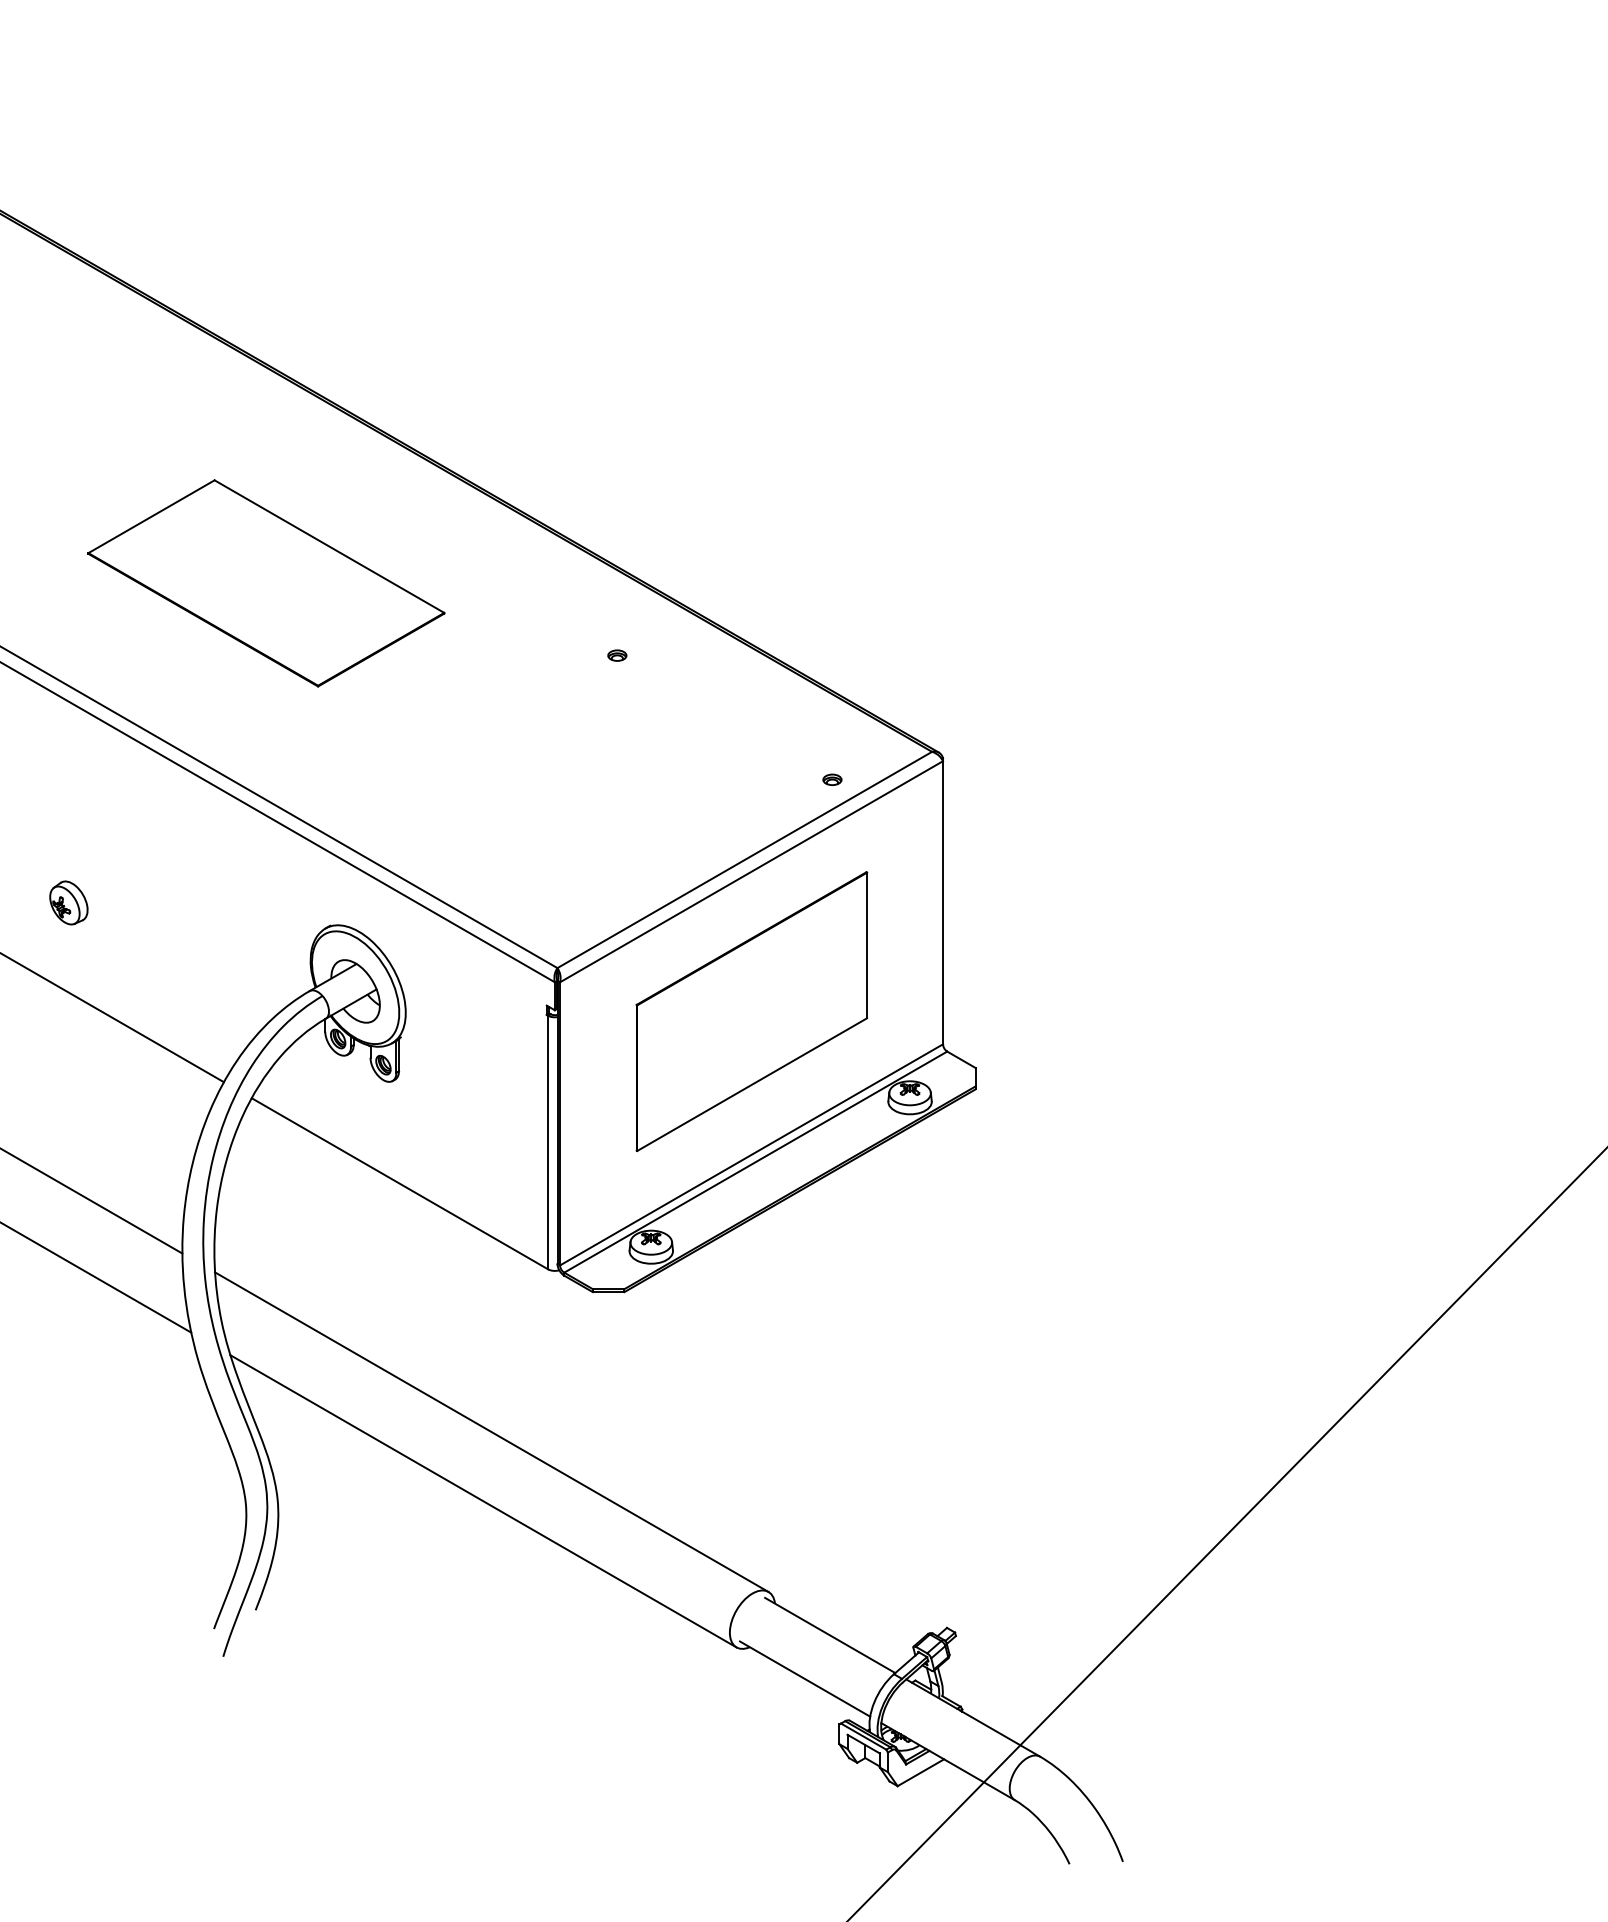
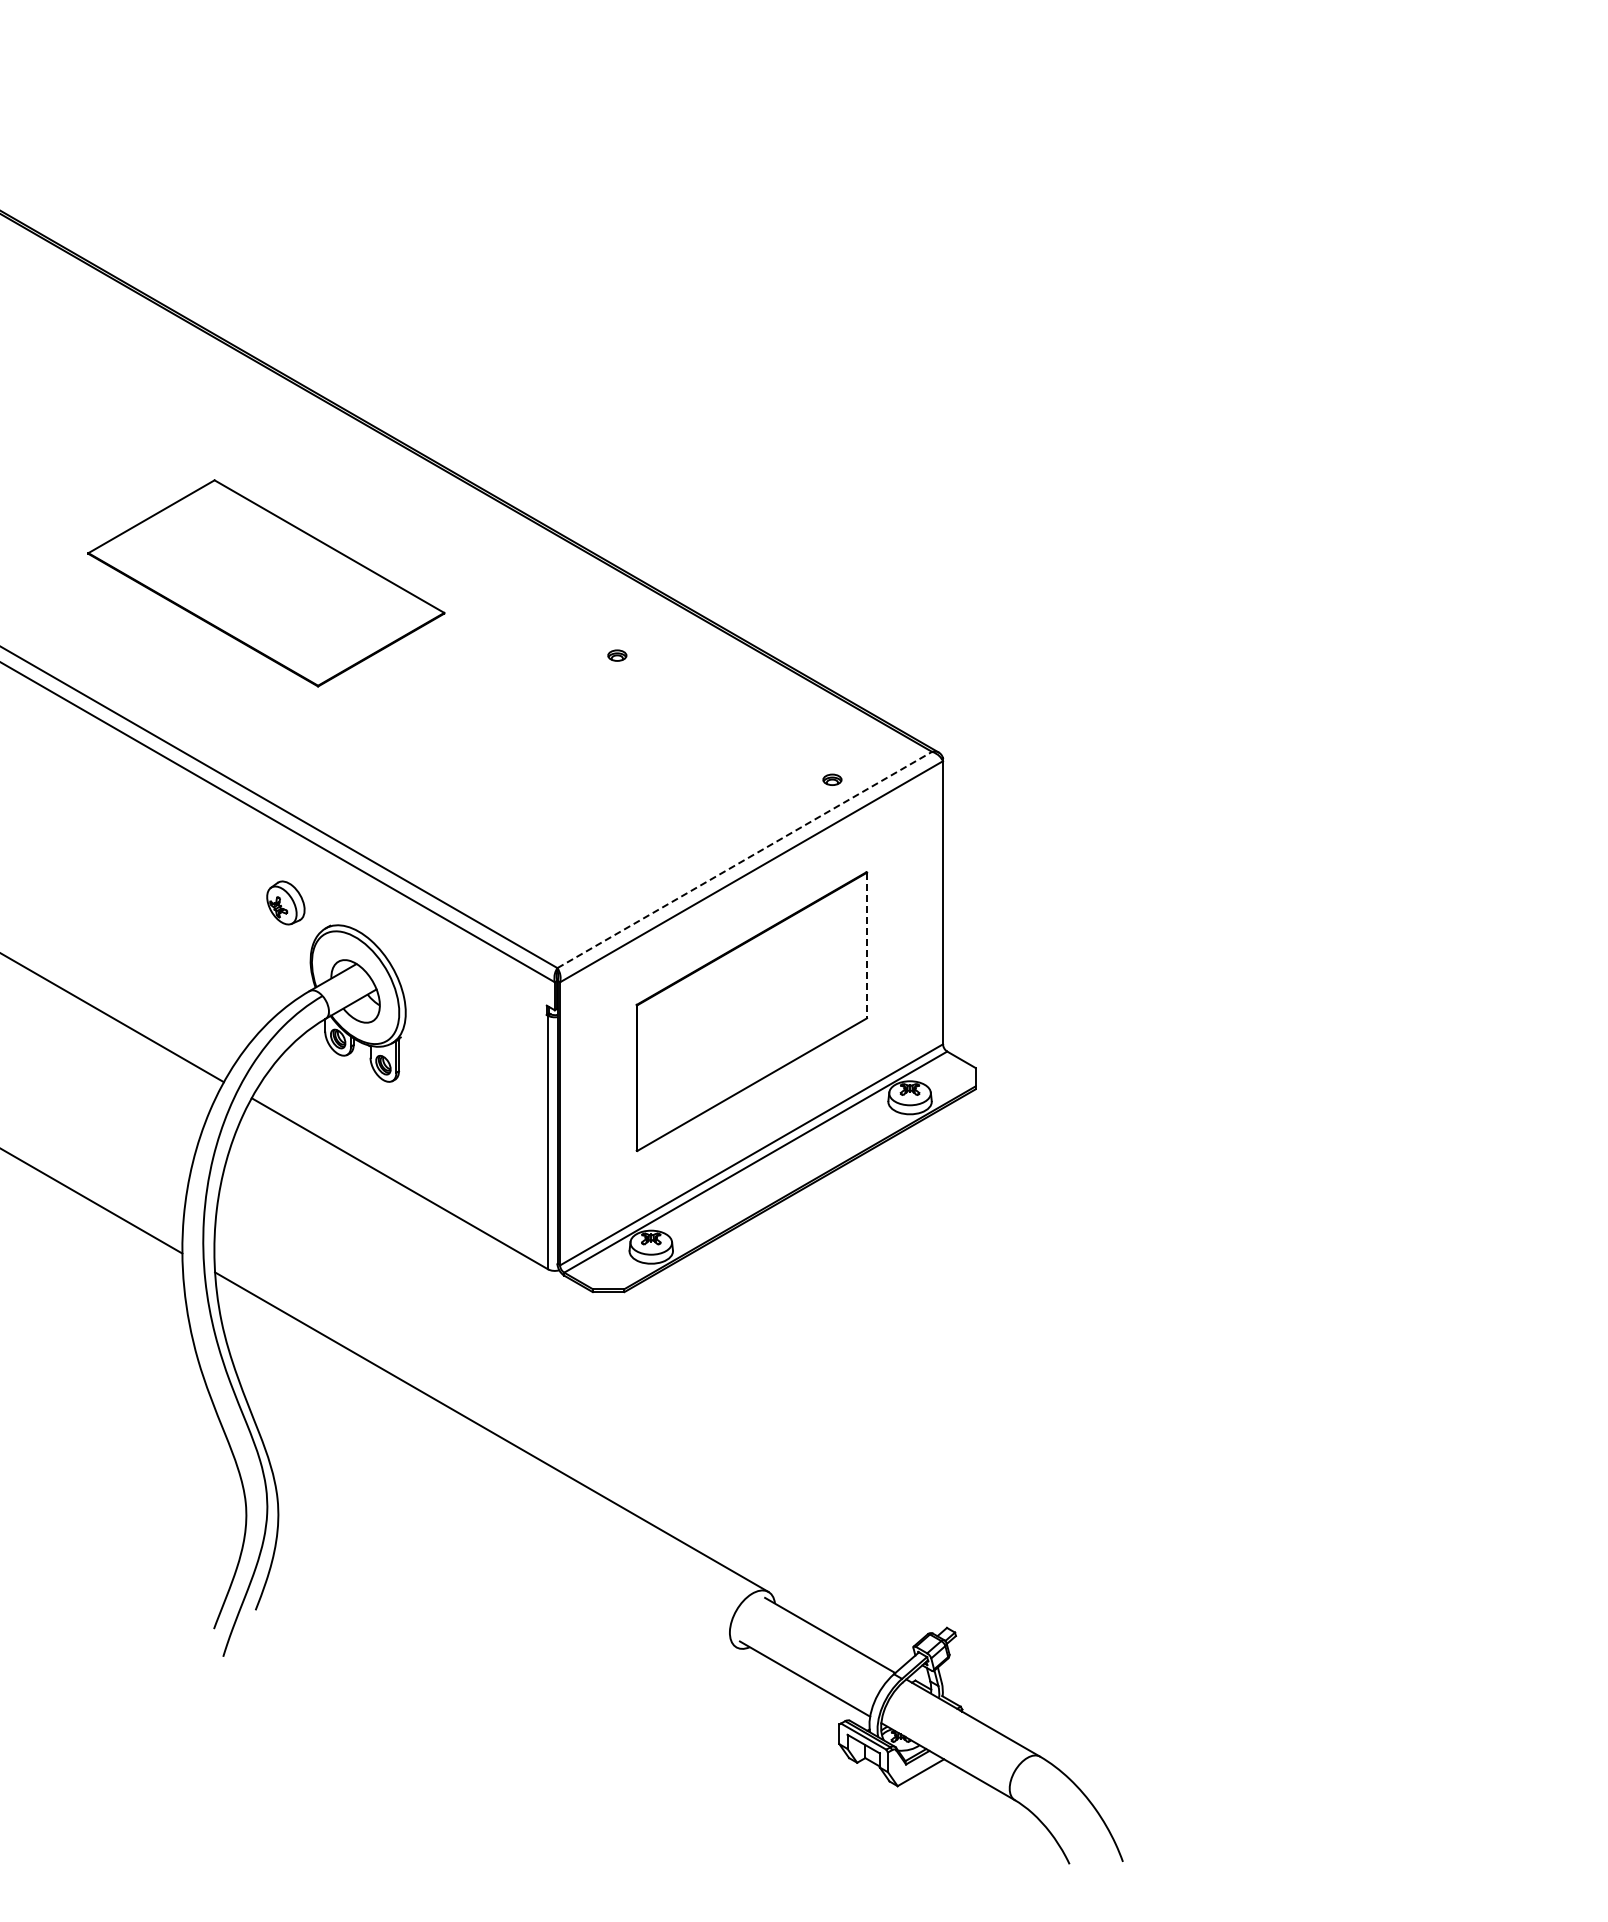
line at (745, 859): solid -> dashed
part at (68, 902) position: (68, 902) -> (285, 902)
line at (867, 945): solid -> dashed
line at (96, 1277): present -> none
line at (483, 1501): present -> none
line at (1227, 1533): present -> none
